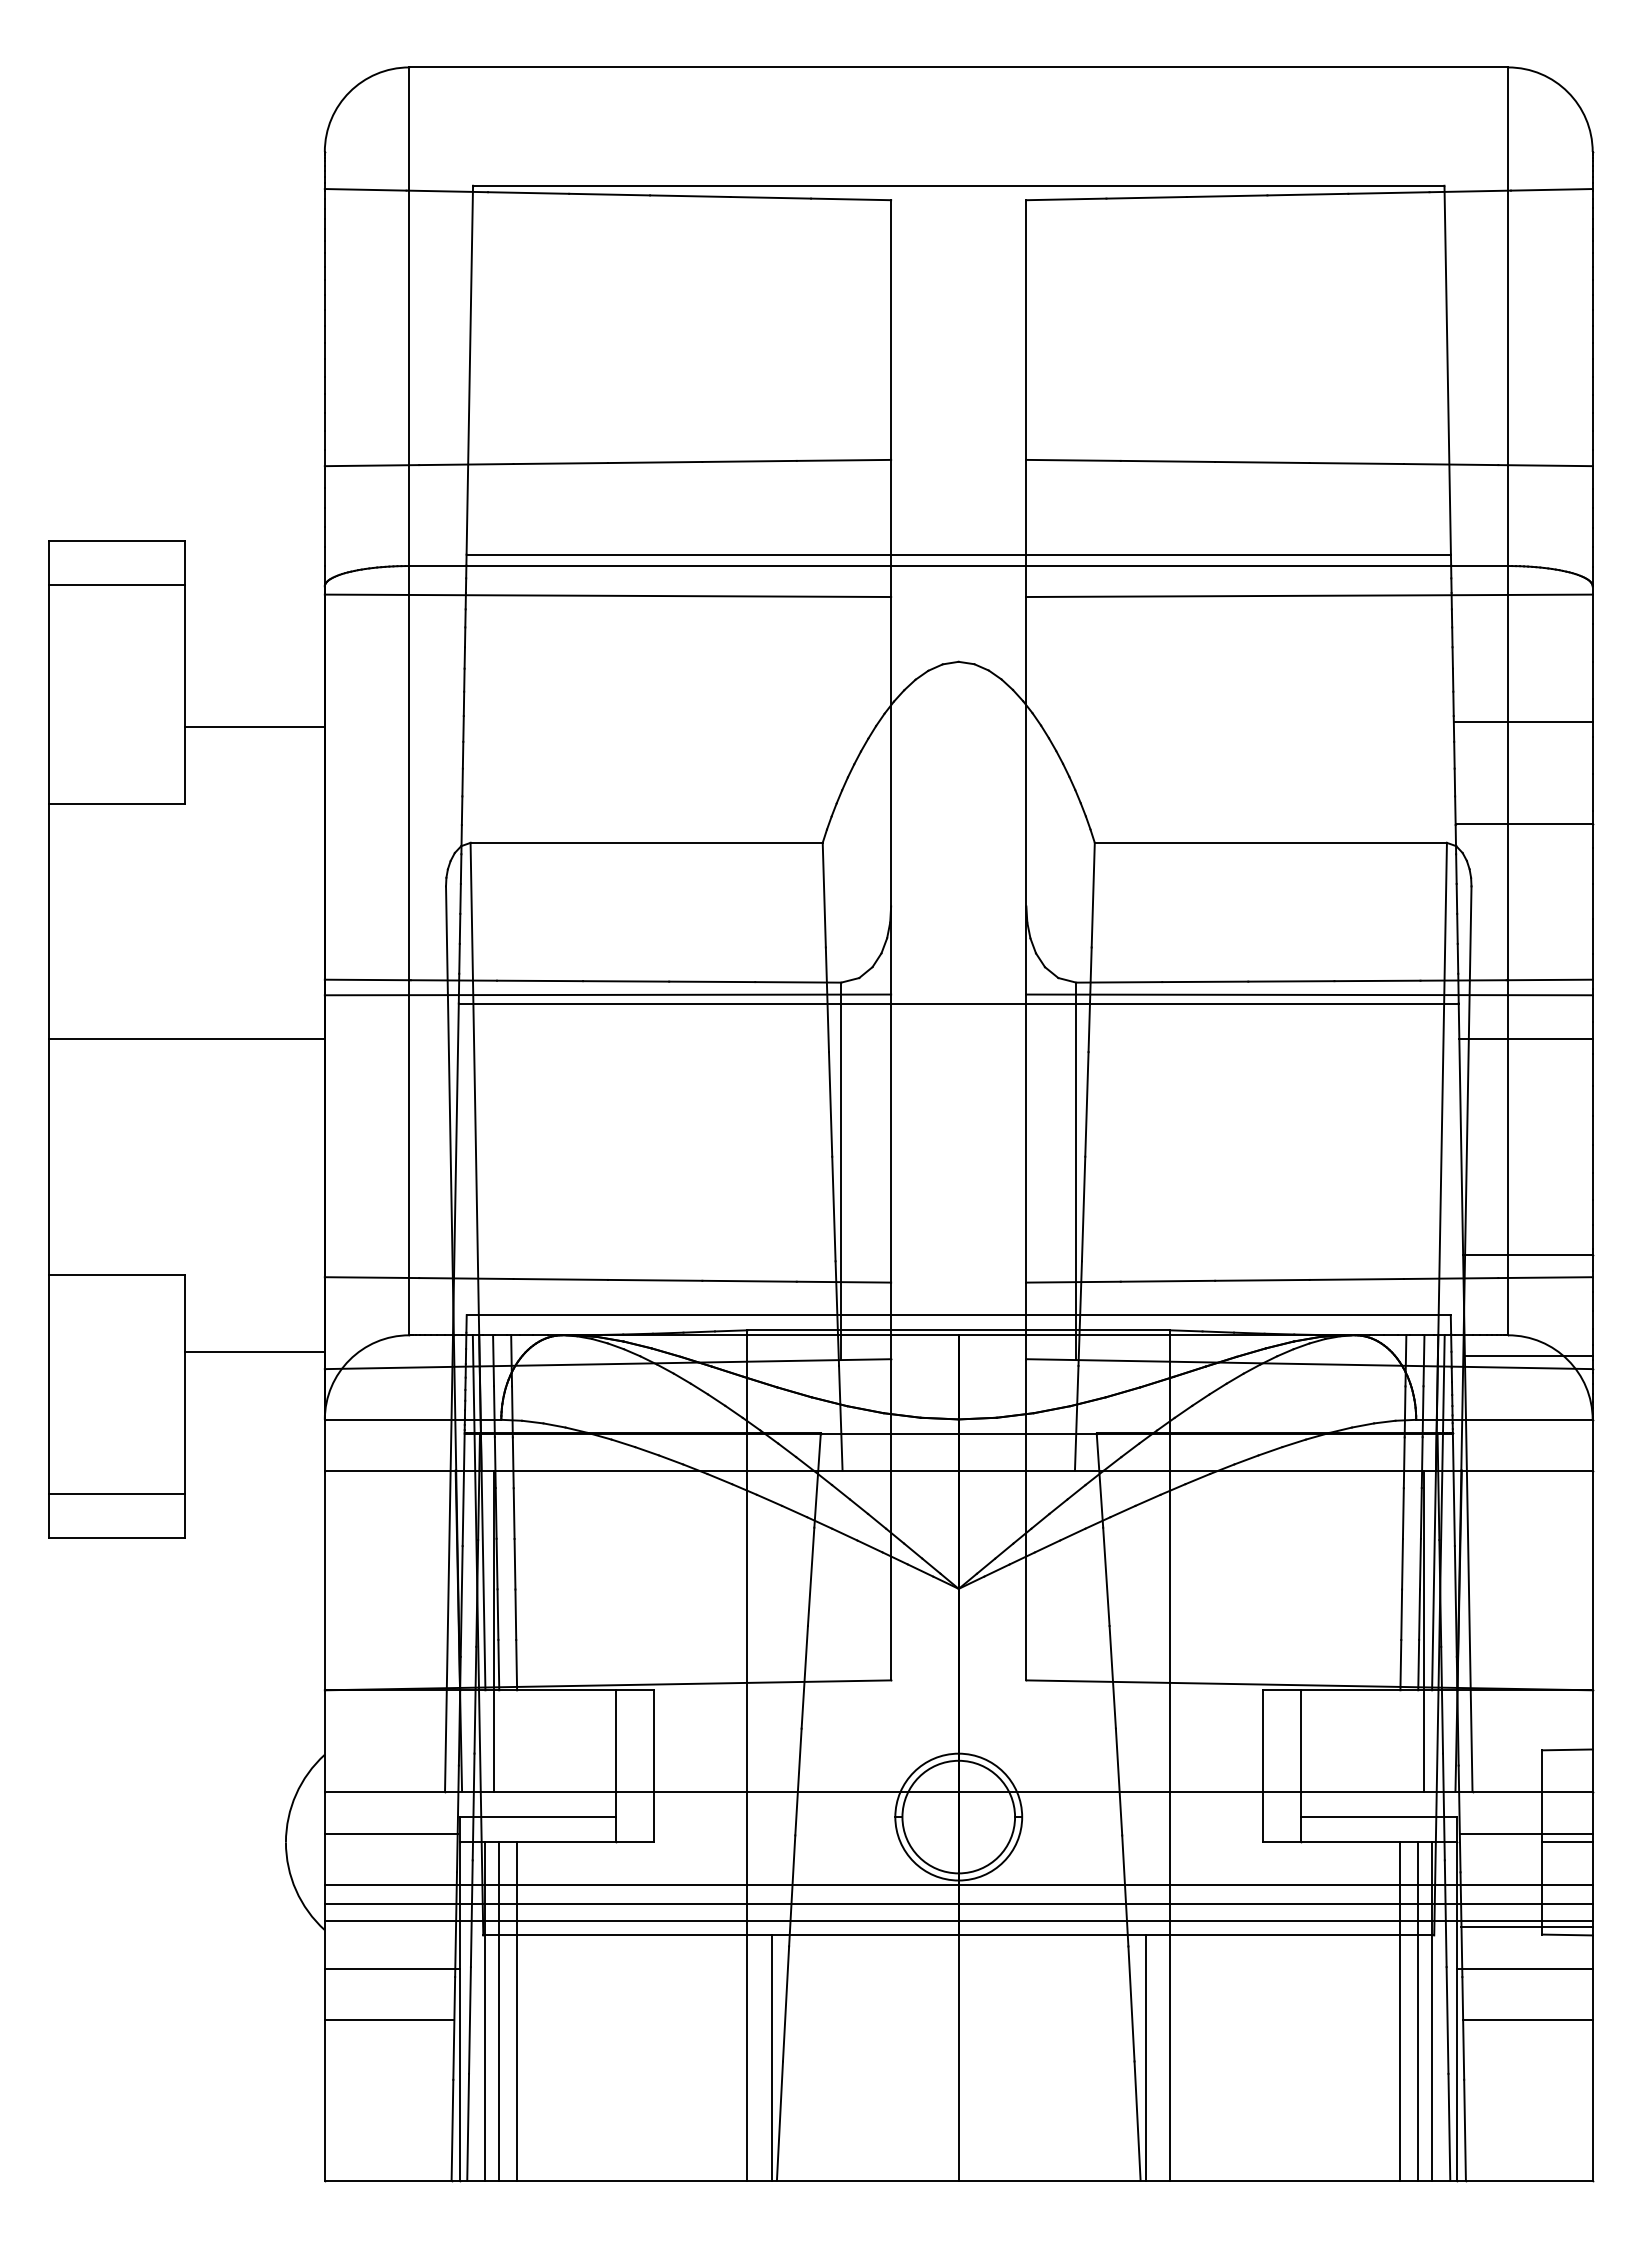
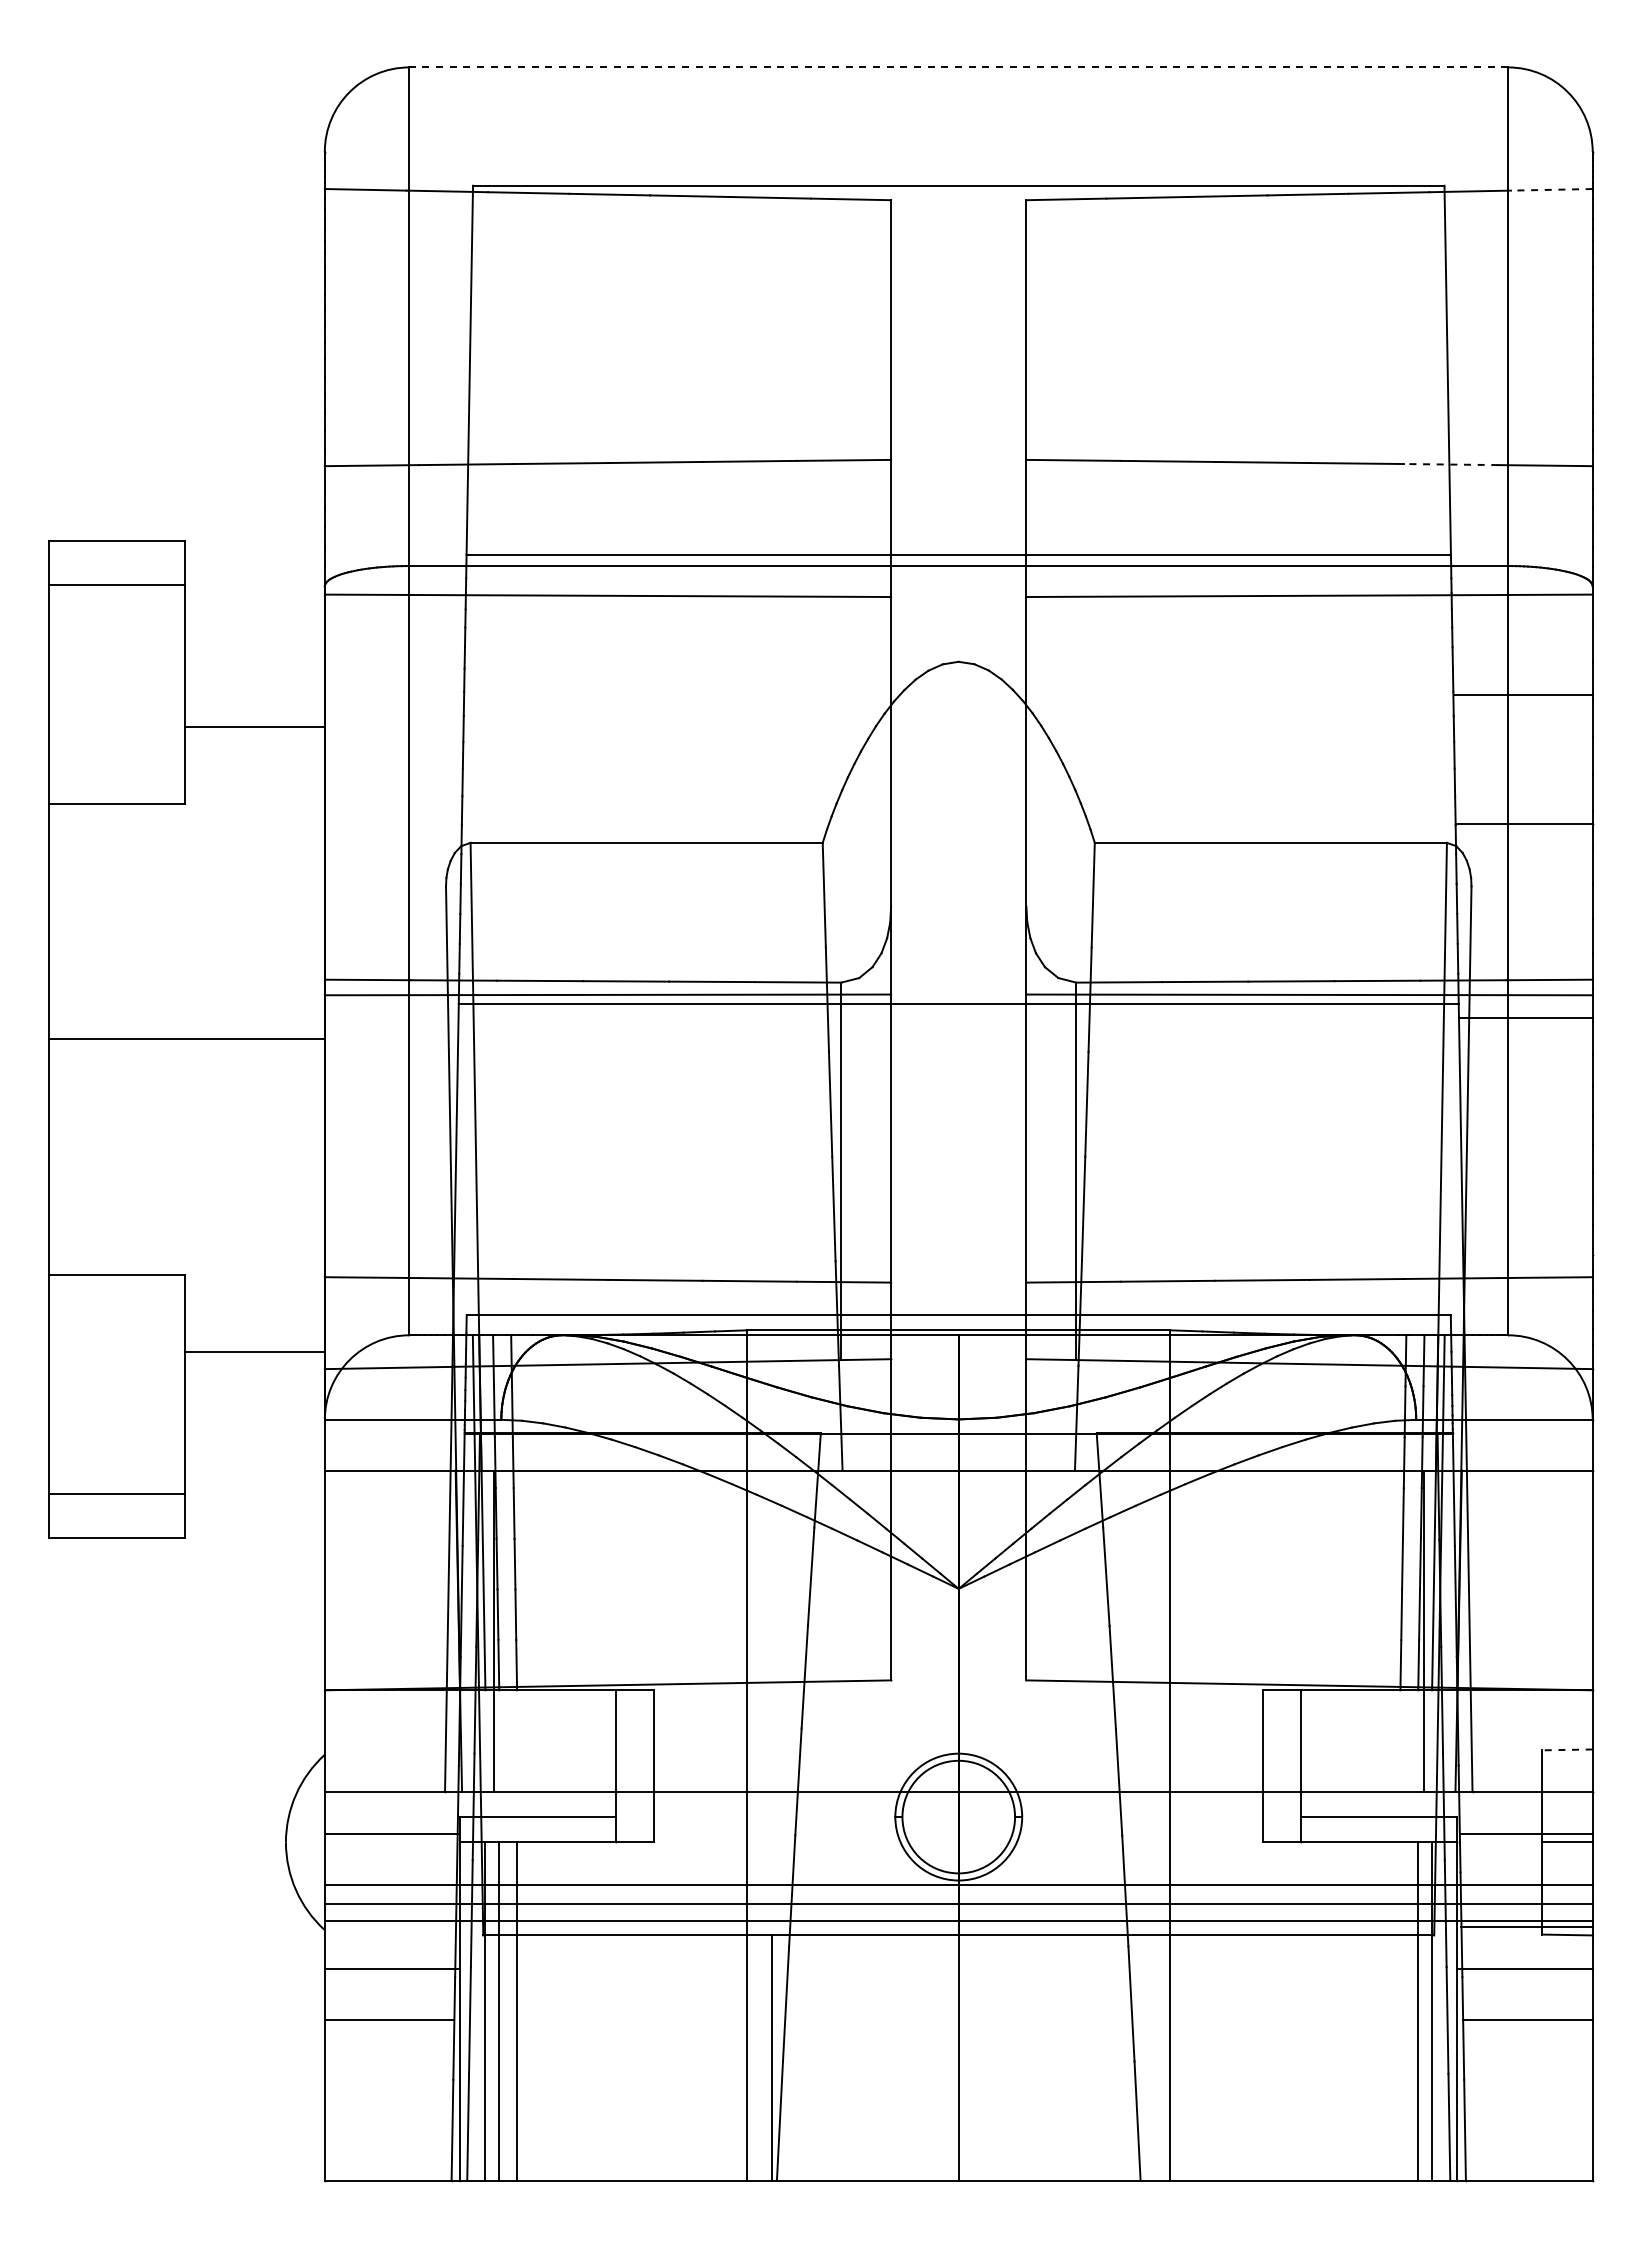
line at (958, 67): solid -> dashed
line at (1551, 189): solid -> dashed
line at (1450, 464): solid -> dashed
line at (1522, 722) position: (1522, 722) -> (1522, 695)
line at (1525, 1039) position: (1525, 1039) -> (1525, 1018)
line at (1527, 1255): present -> none
line at (1528, 1356): present -> none
line at (1566, 1749): solid -> dashed
line at (1400, 2011): present -> none
line at (1145, 2057): present -> none
